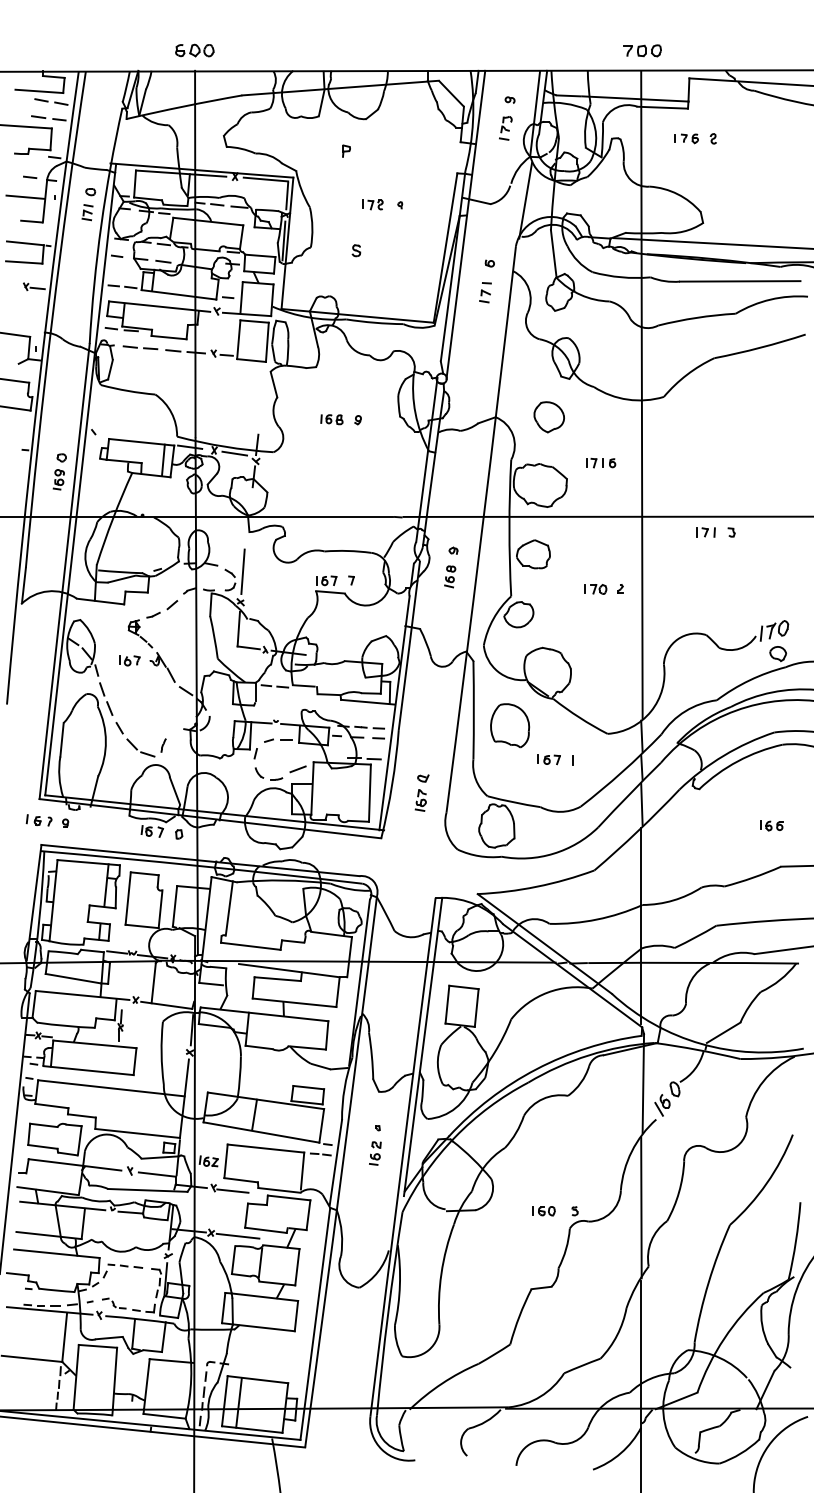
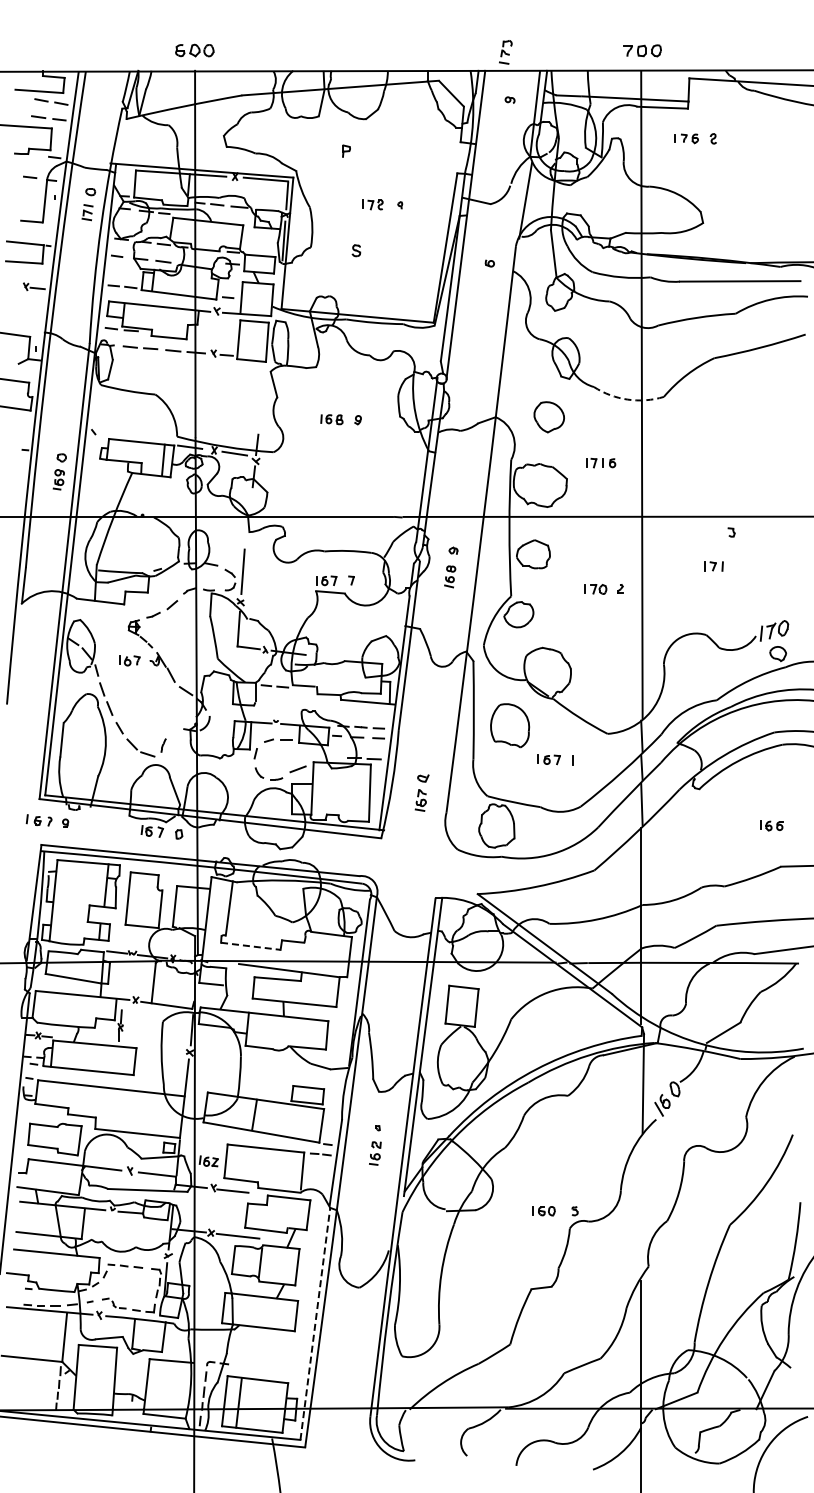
part at (505, 128) position: (505, 128) -> (505, 52)
line at (25, 196): present -> none
line at (711, 243): present -> none
part at (485, 292): present -> none
arc at (627, 399): solid -> dashed
part at (705, 532) position: (705, 532) -> (713, 566)
line at (250, 946): solid -> dashed
line at (641, 1207): present -> none
line at (315, 1323): solid -> dashed
